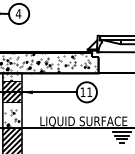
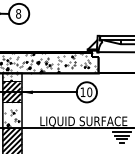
text at (17, 13): 4 -> 8
text at (89, 92): 11 -> 10
